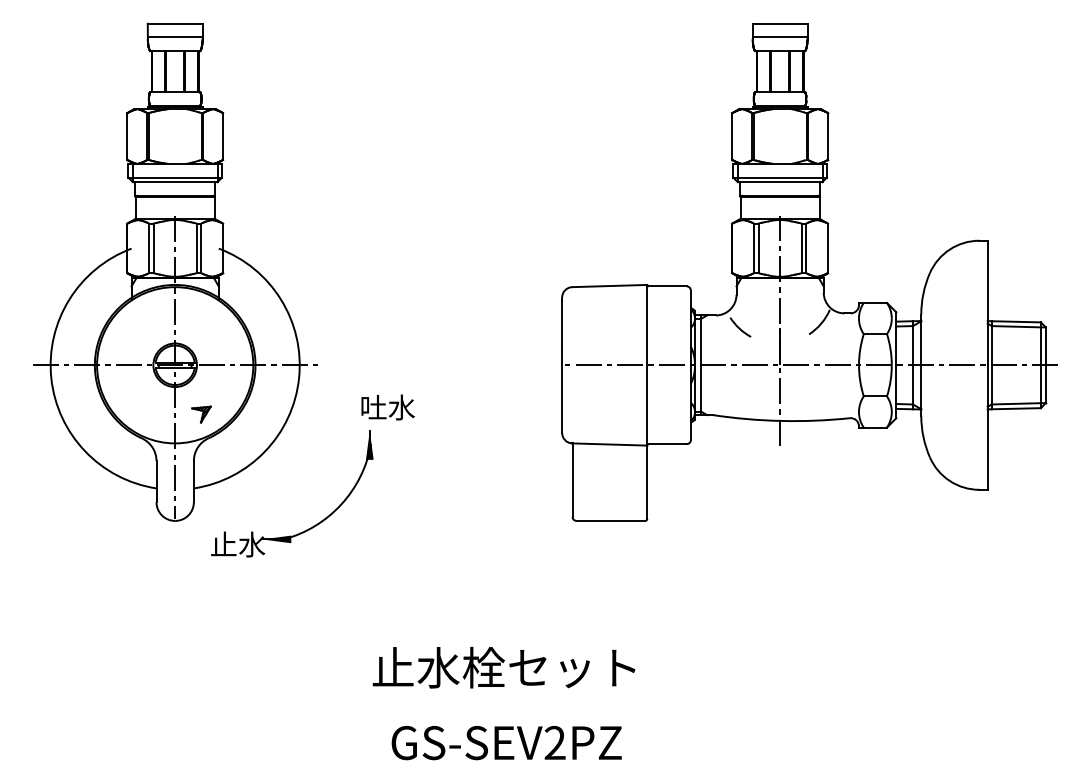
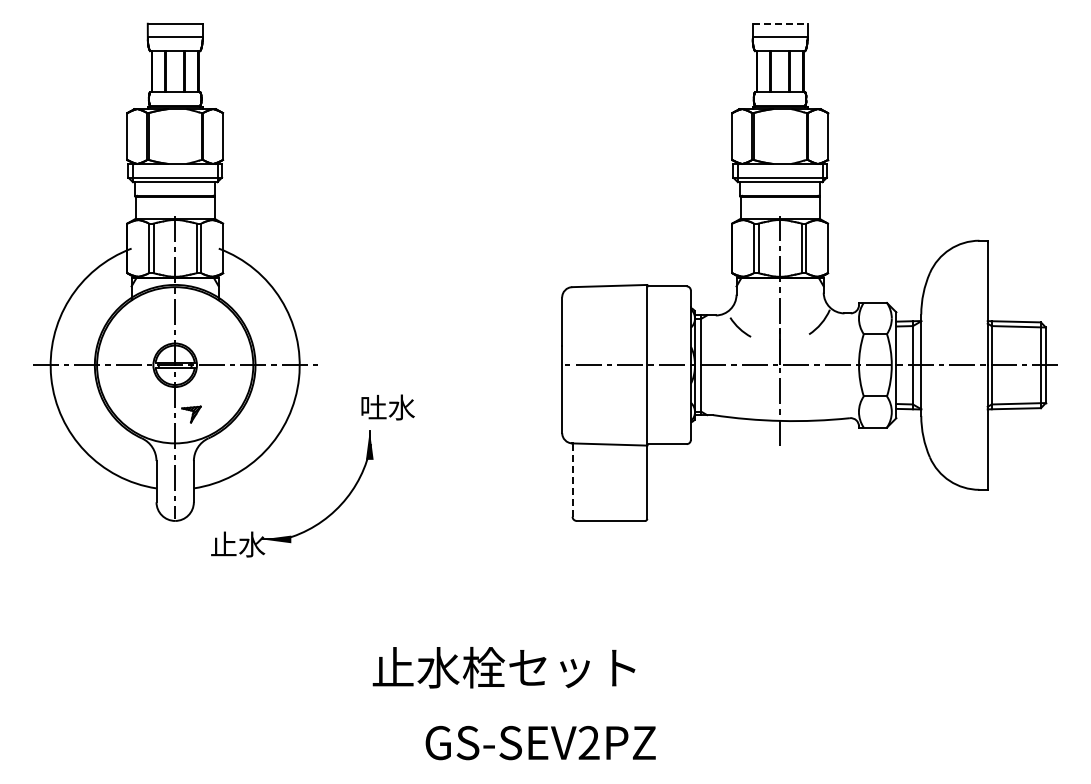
line at (780, 23): solid -> dashed
part at (201, 414) position: (201, 414) -> (191, 414)
line at (572, 480): solid -> dashed
text at (506, 743) position: (506, 743) -> (540, 743)
